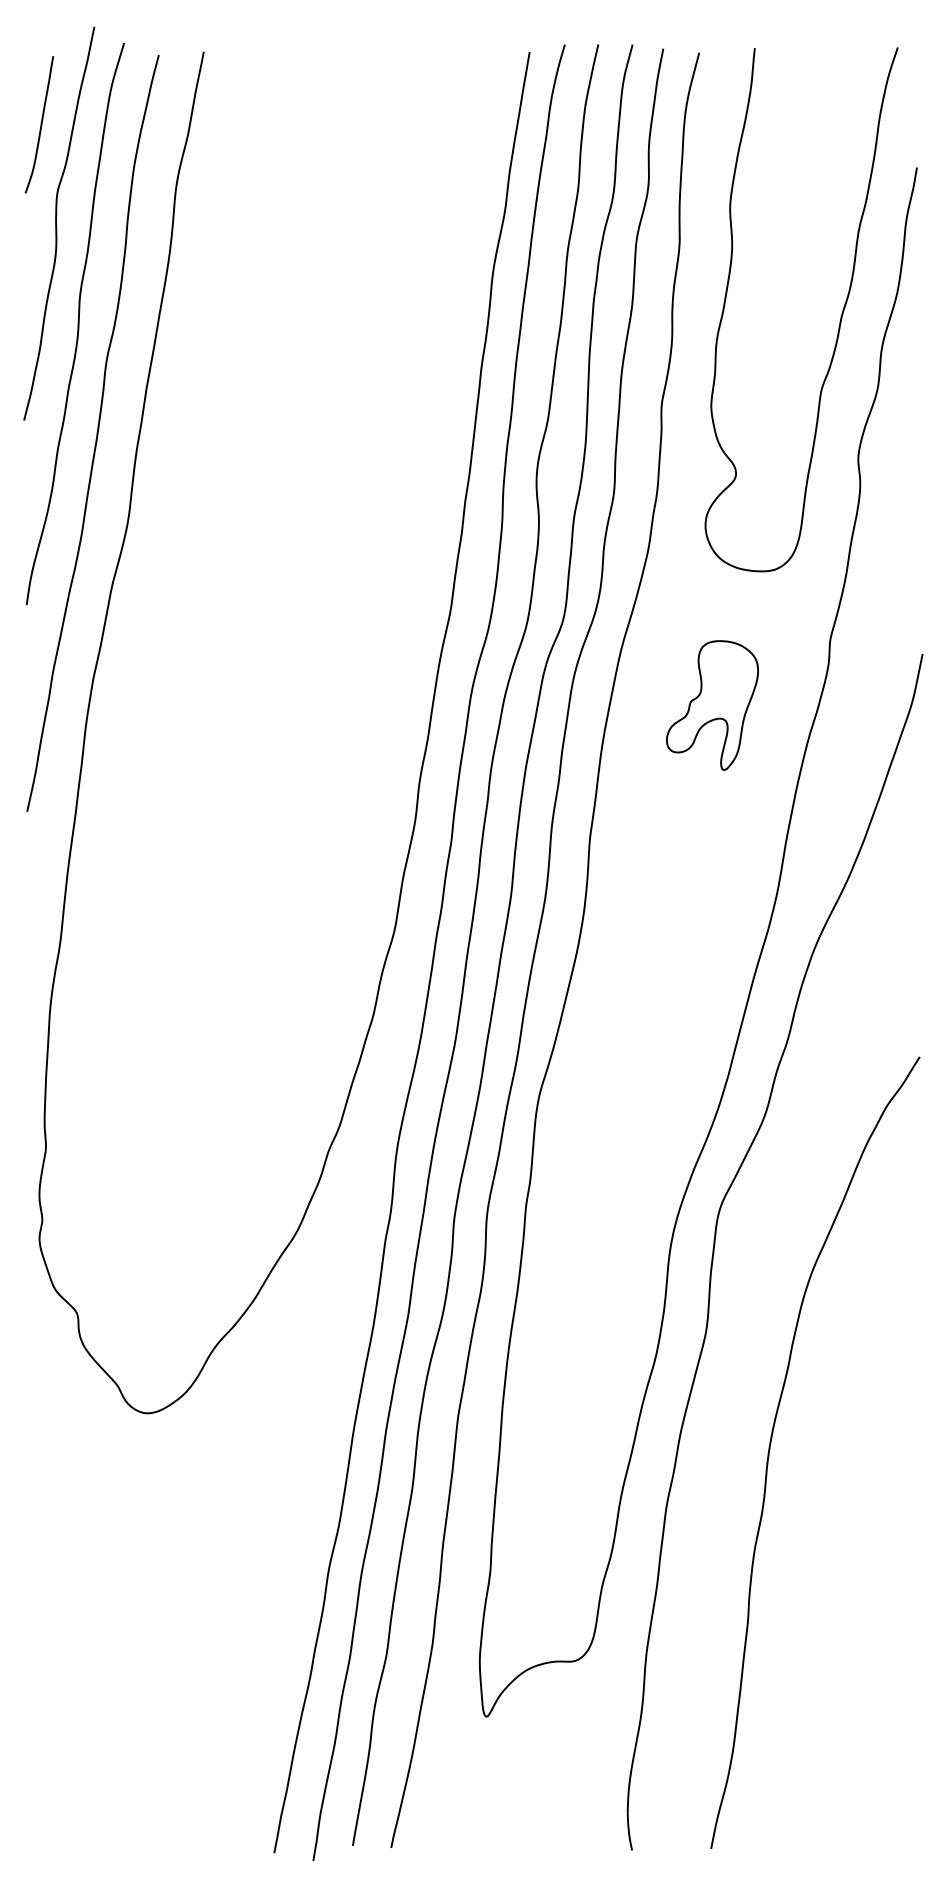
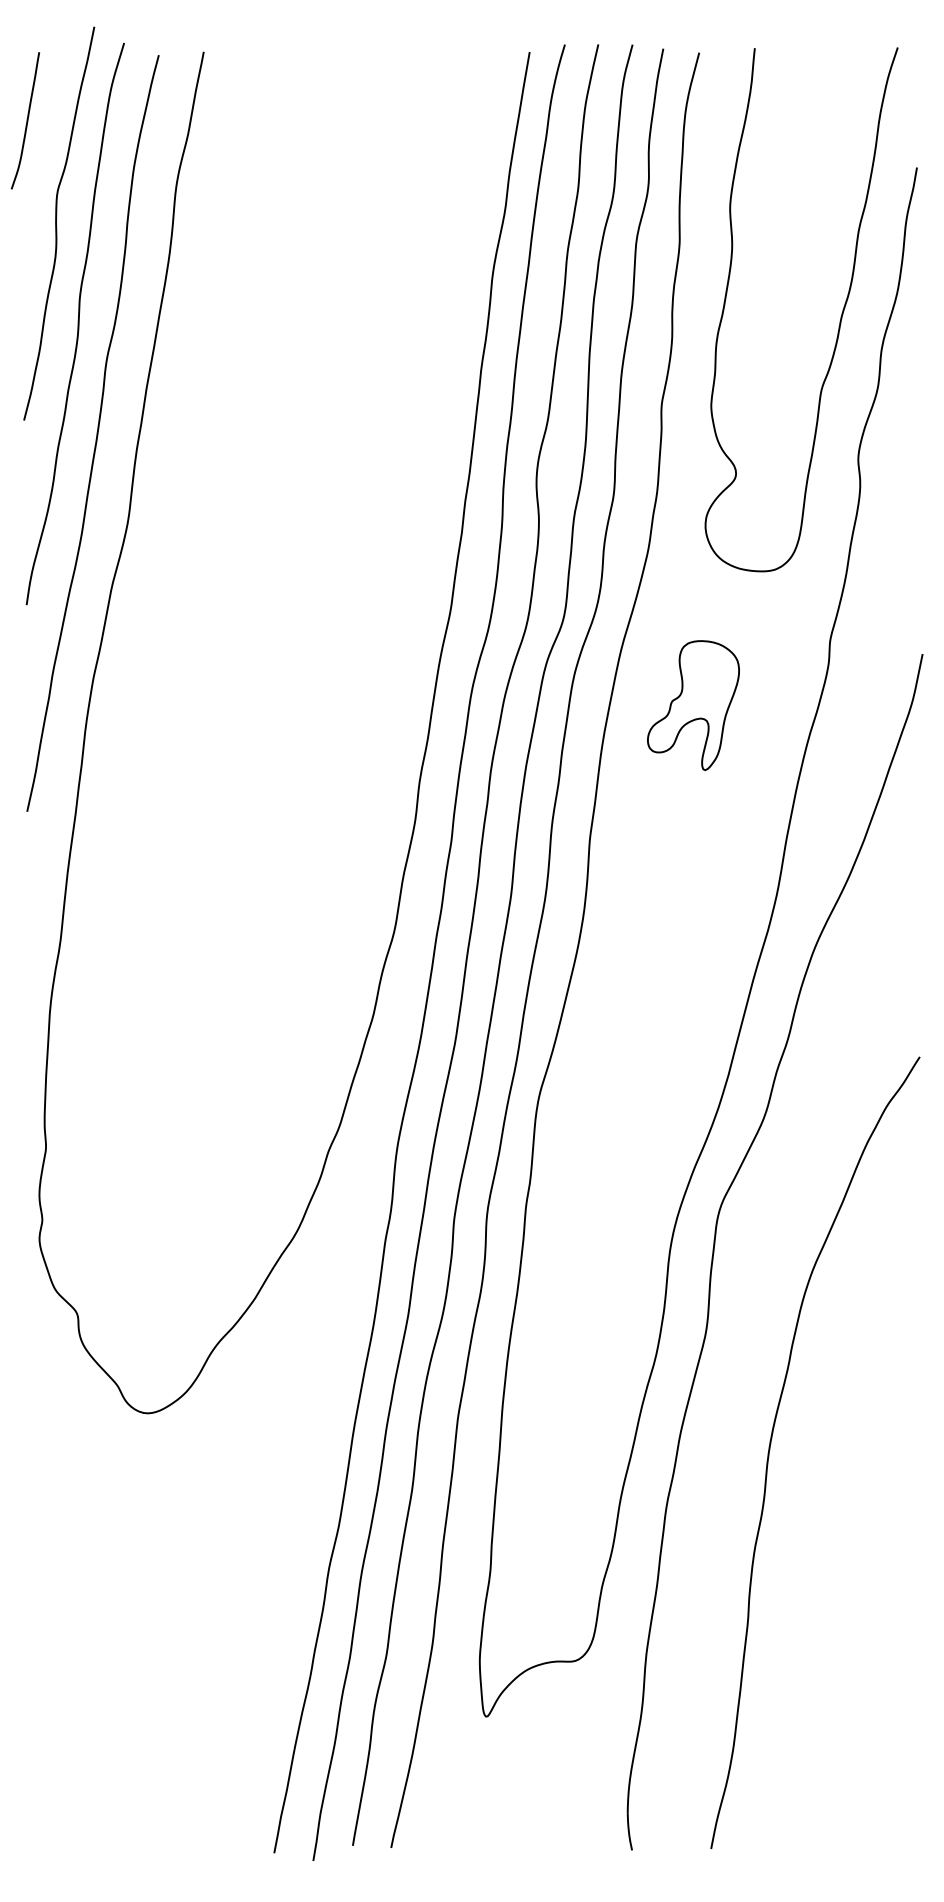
curve at (40, 124) position: (40, 124) -> (26, 120)
part at (712, 705) position: (712, 705) -> (693, 705)
